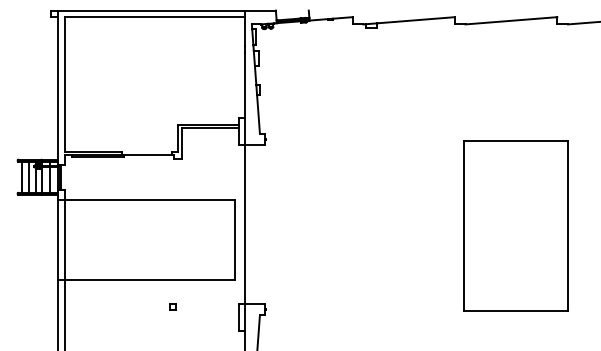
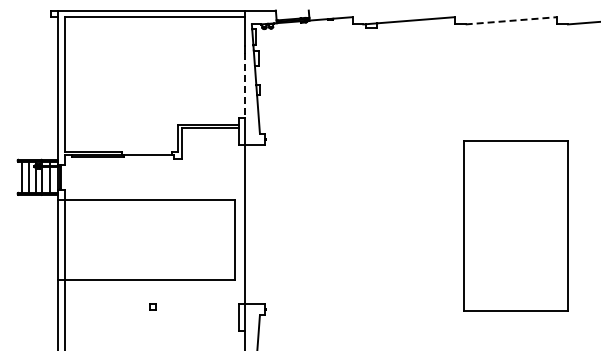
line at (511, 20): solid -> dashed
line at (244, 85): solid -> dashed
part at (172, 306) position: (172, 306) -> (152, 306)
